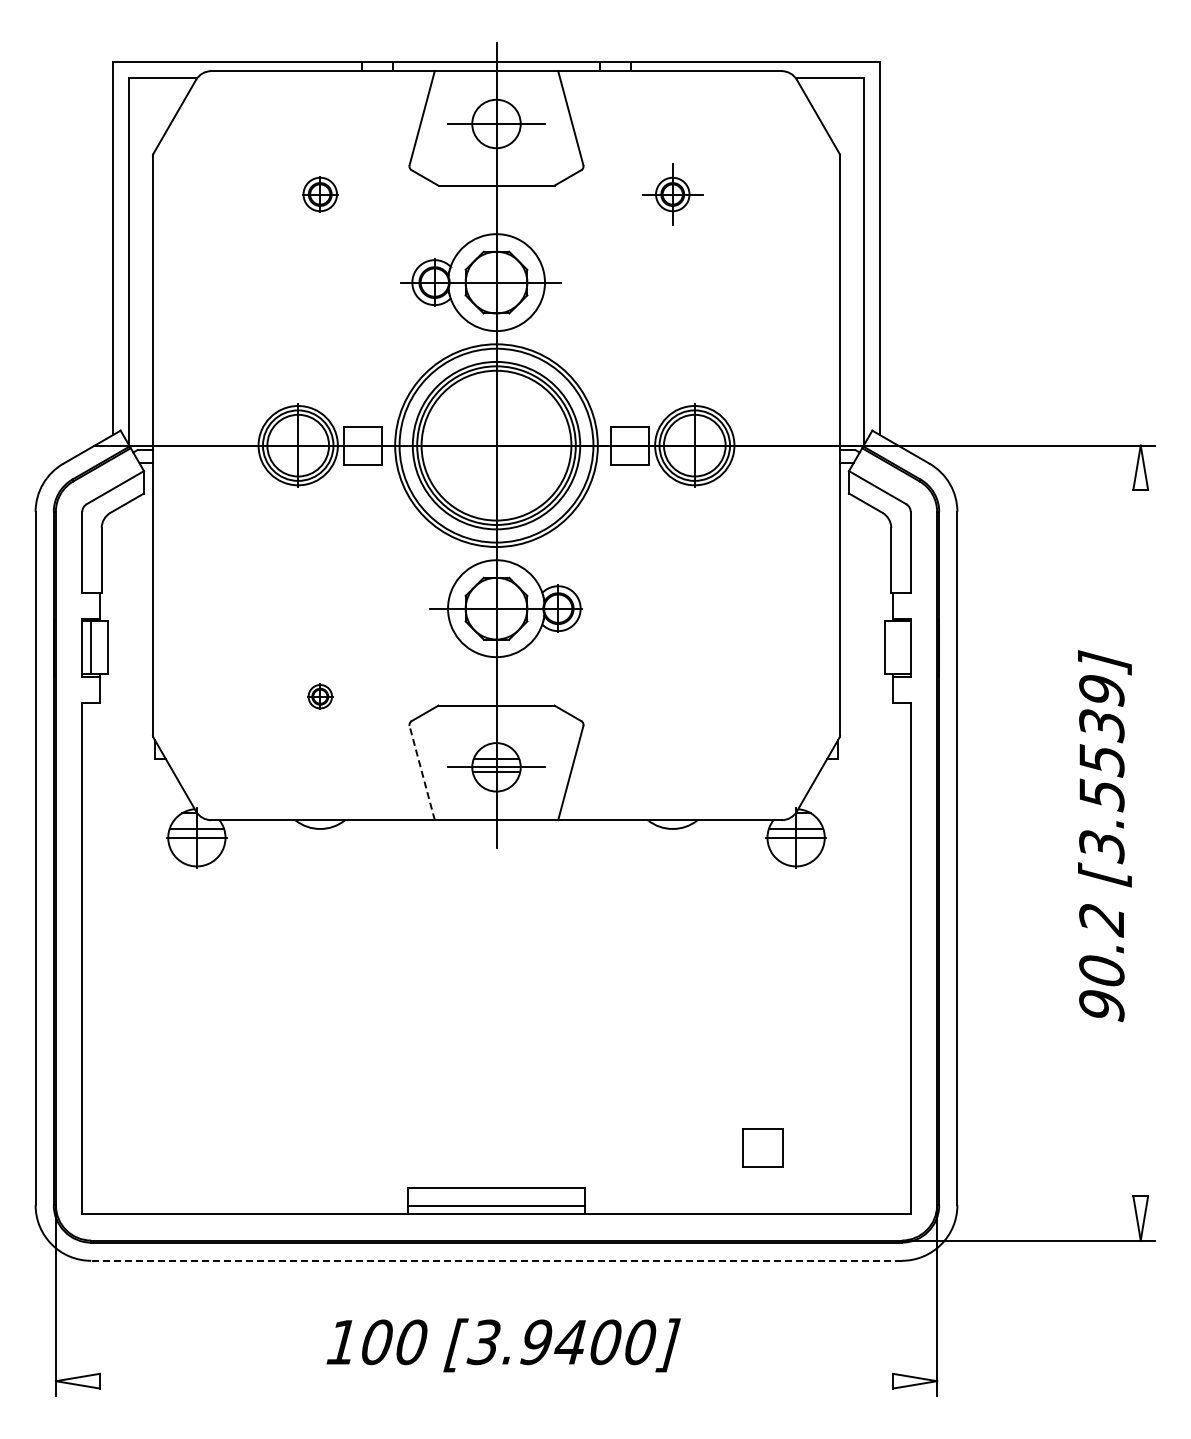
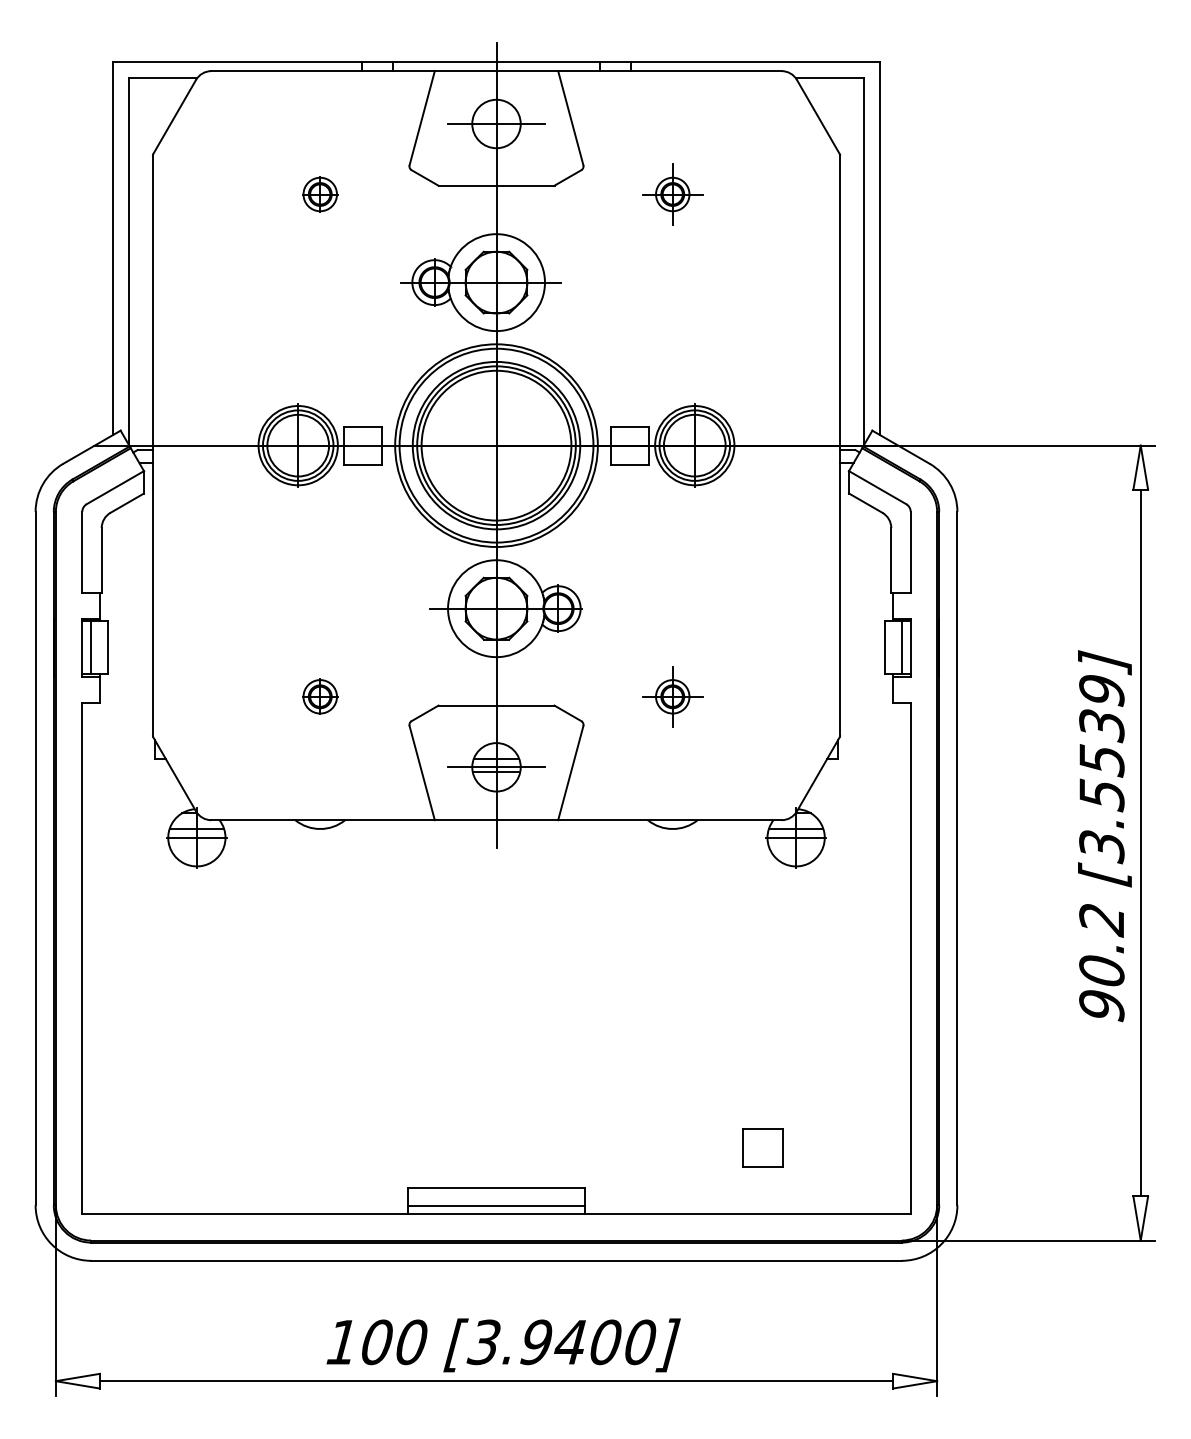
line at (902, 647): none -> present
part at (320, 696) size: 27x27 px -> 37x37 px
part at (672, 696): none -> present
line at (422, 773): dashed -> solid
line at (1140, 842): none -> present
line at (496, 1260): dashed -> solid
line at (496, 1381): none -> present
